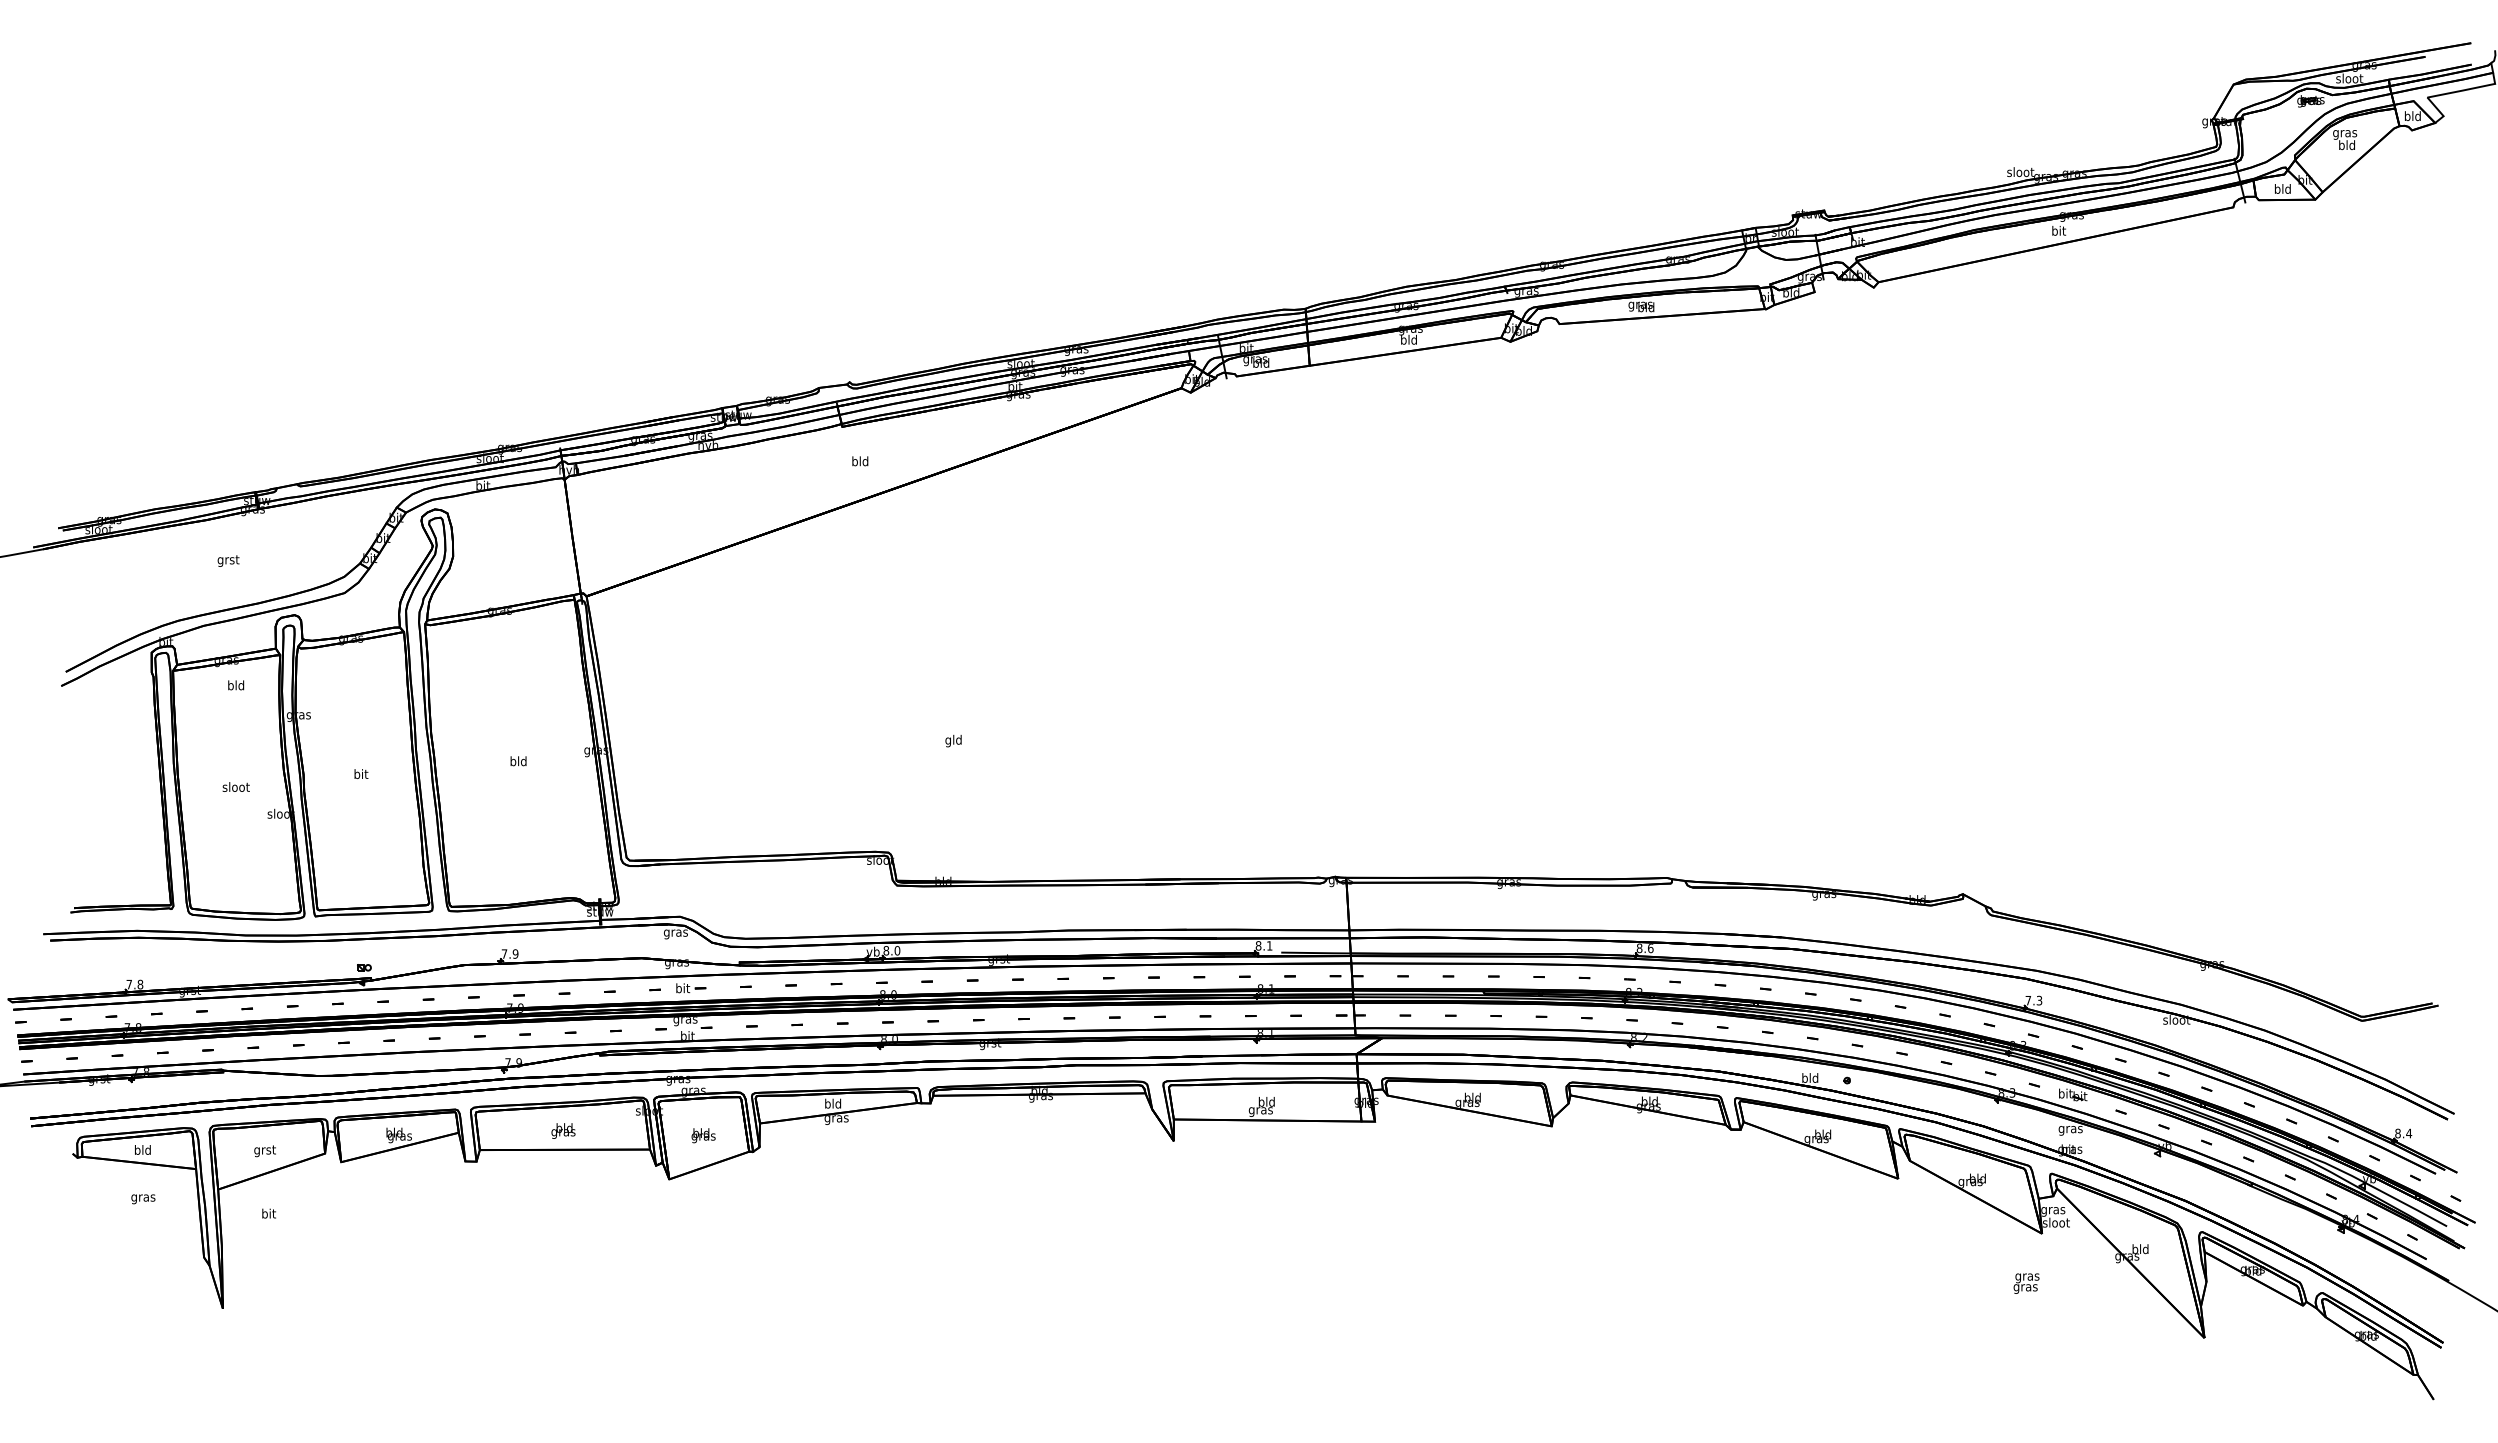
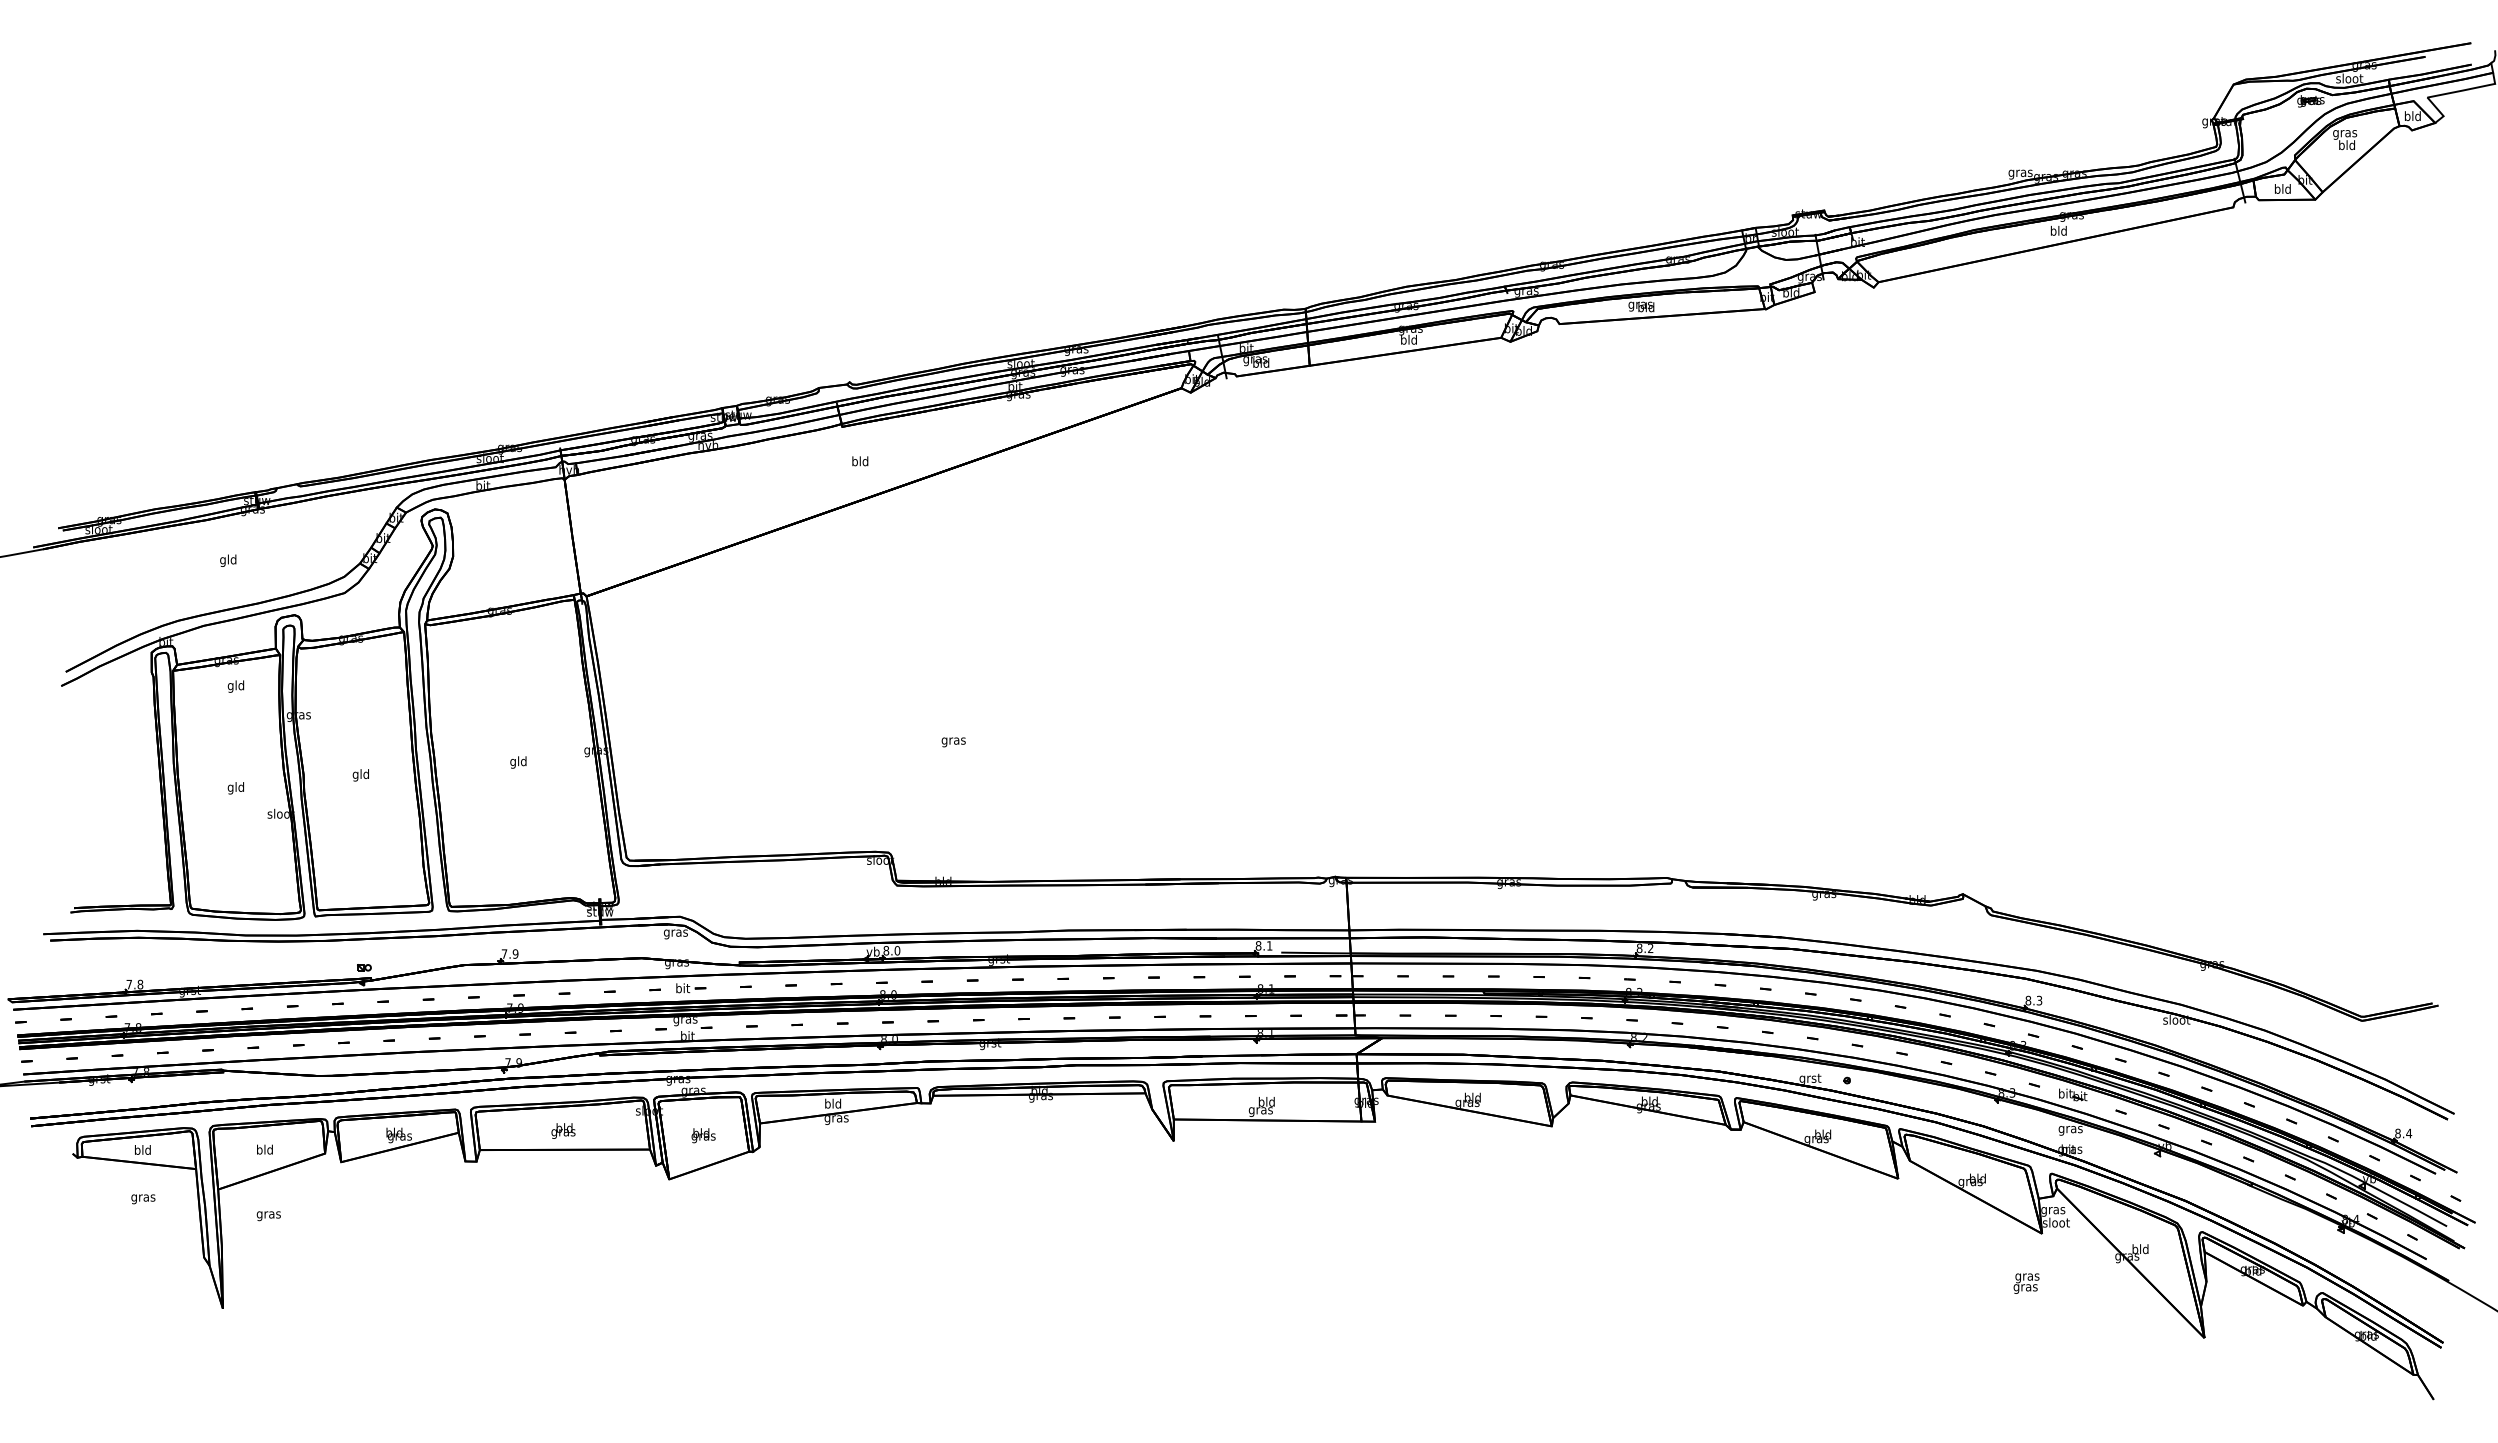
text at (2020, 173): sloot -> gras
text at (2058, 230): bit -> bld
text at (228, 560): grst -> gld
text at (230, 686): bld -> gld
text at (953, 740): gld -> gras
text at (513, 762): bld -> gld
text at (360, 775): bit -> gld
text at (235, 788): sloot -> gld
text at (1650, 948): 8.6 -> 8.2
text at (2028, 1000): 7.3 -> 8.3
text at (1810, 1078): bld -> grst
text at (264, 1150): grst -> bld
text at (268, 1214): bit -> gras
